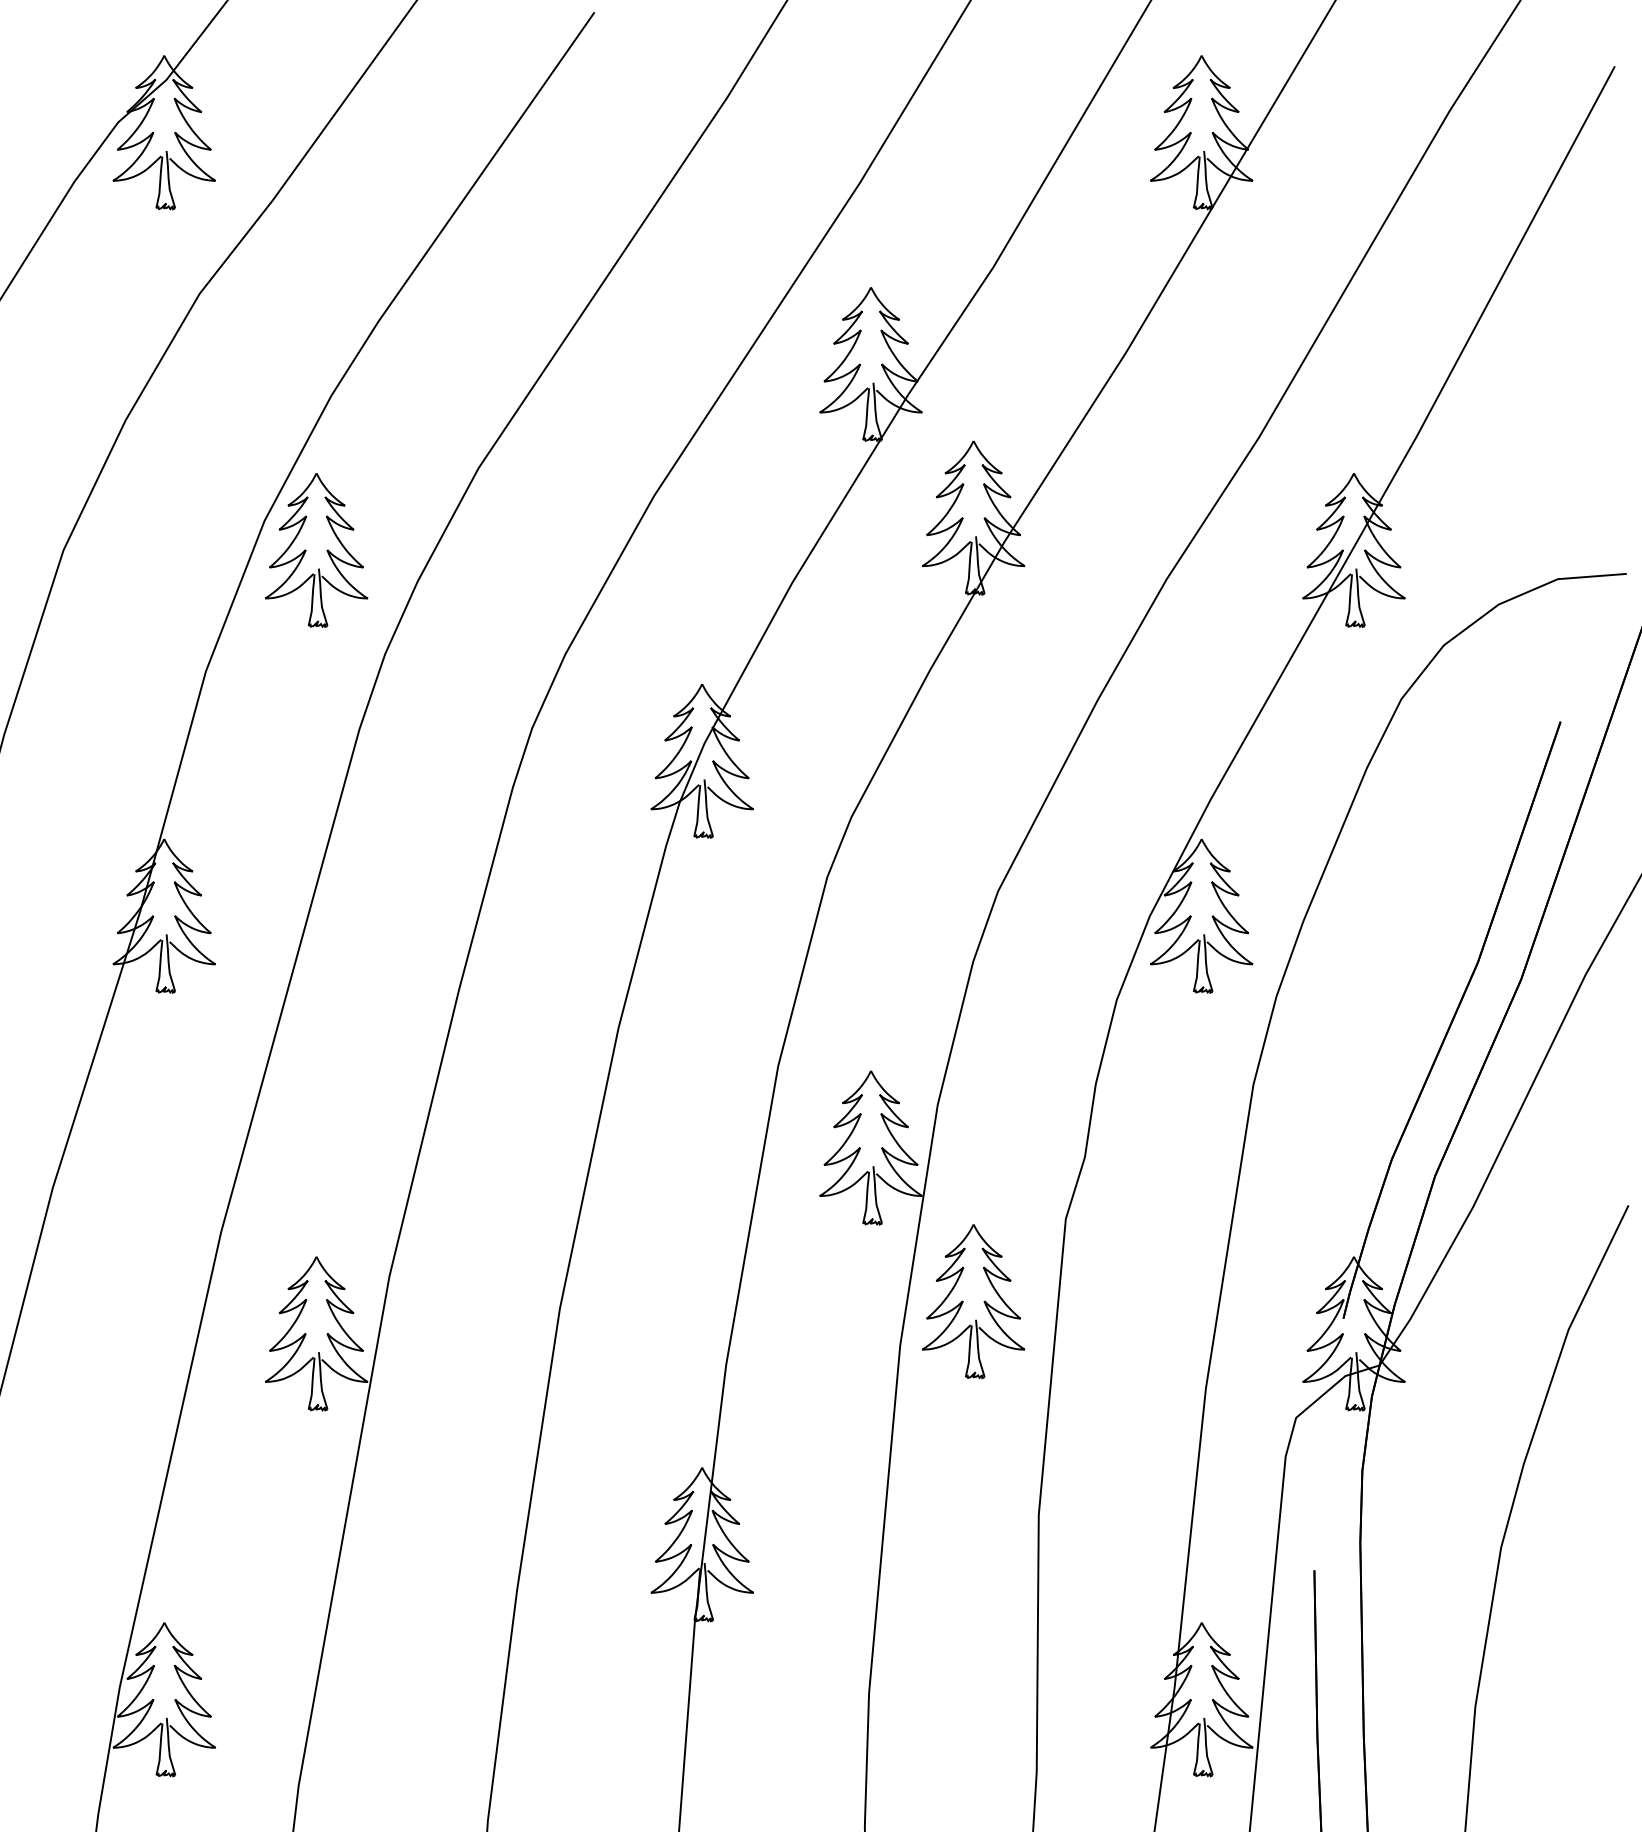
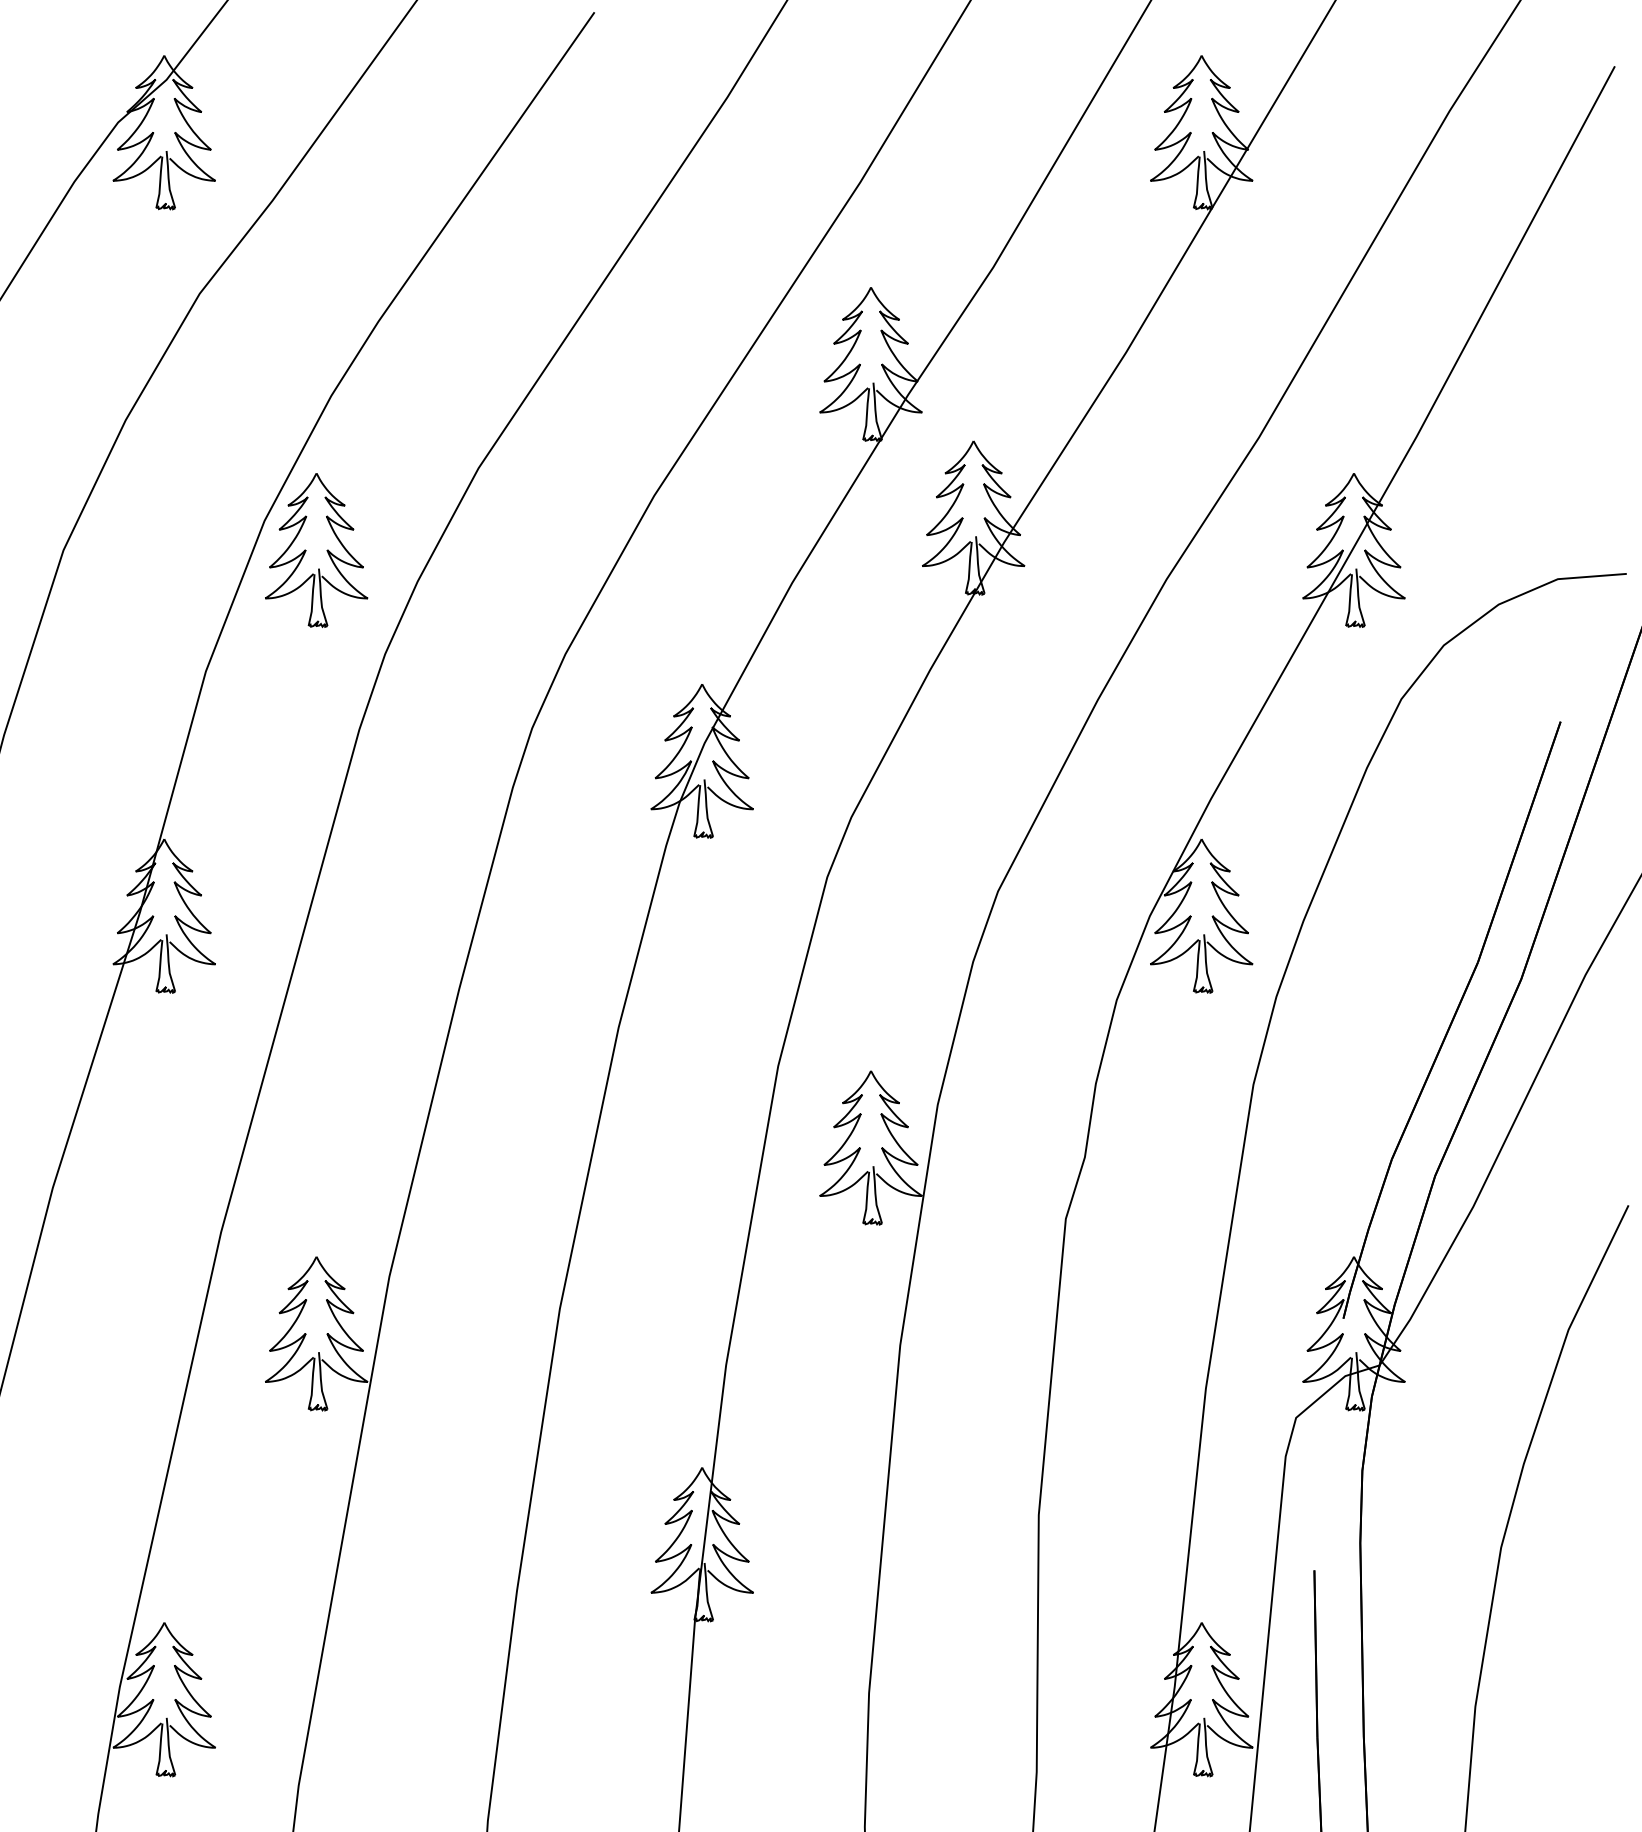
part at (973, 1301): present -> none
